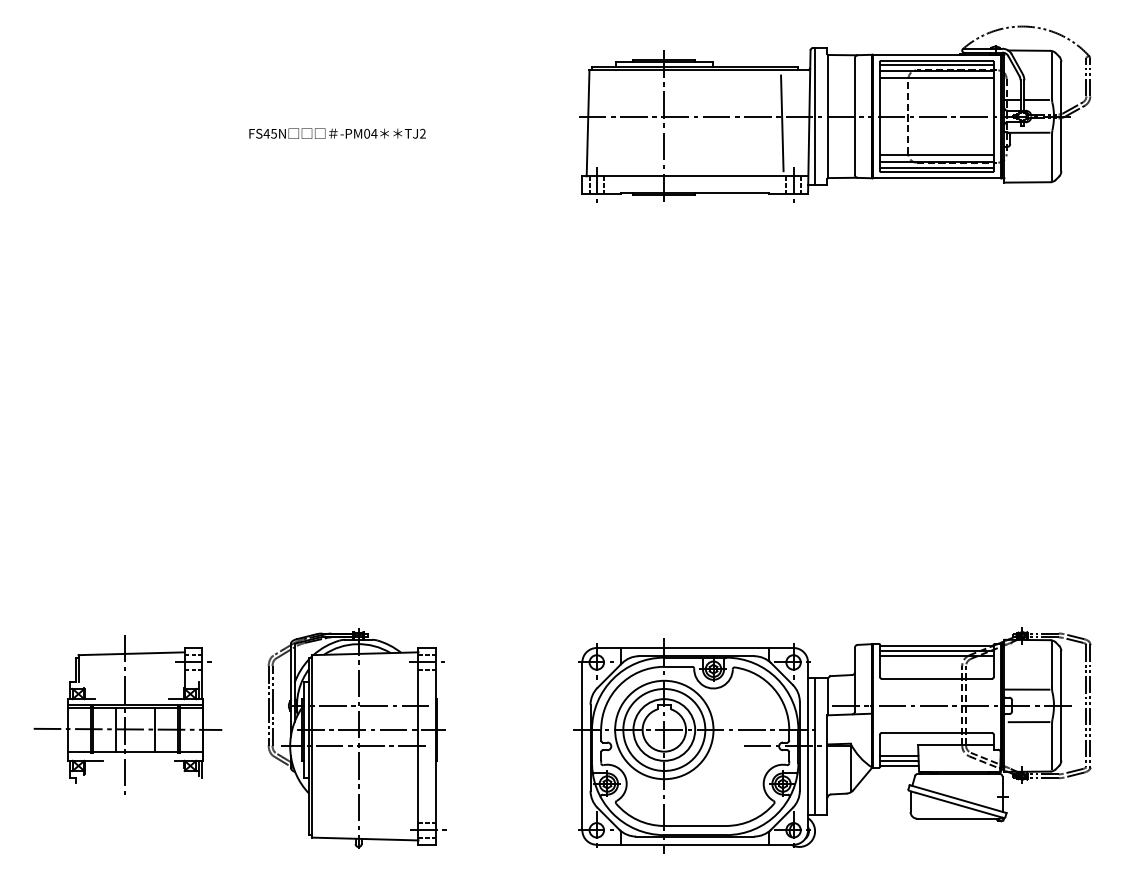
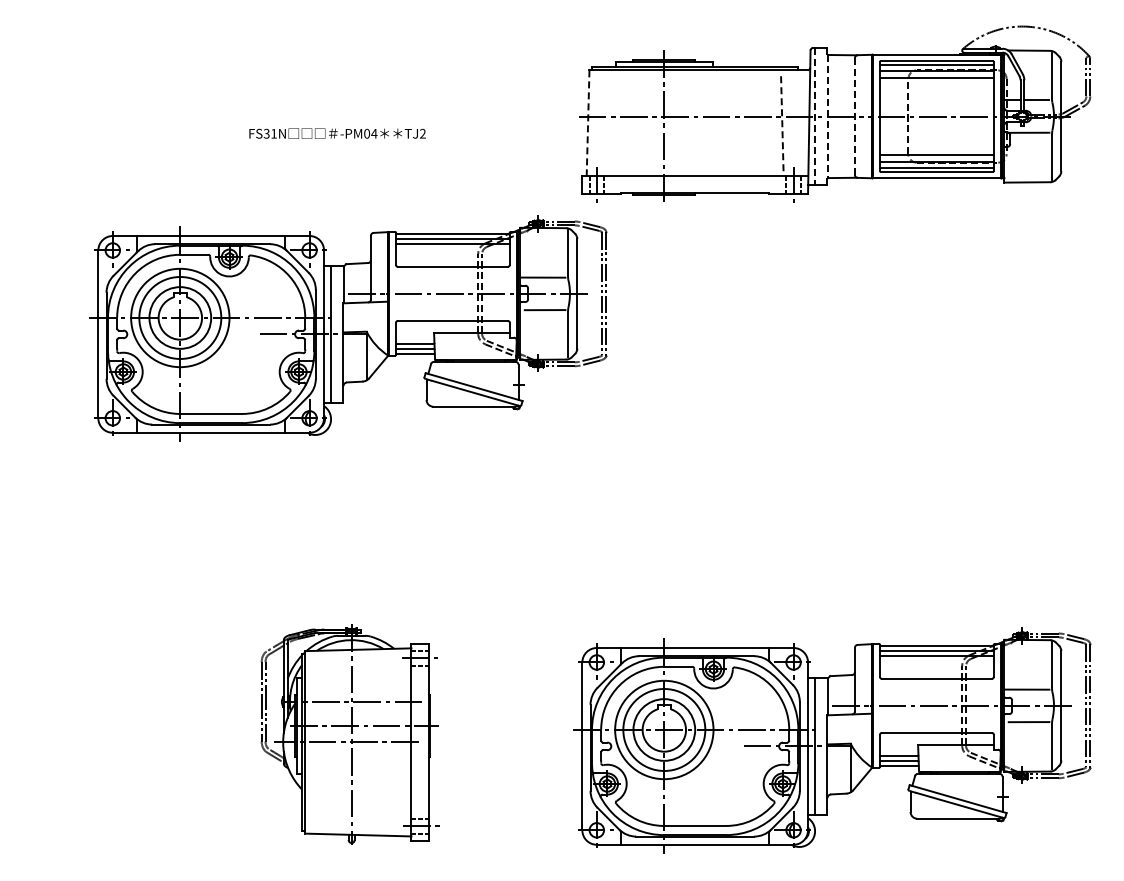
line at (828, 116): solid -> dashed
line at (854, 116): solid -> dashed
line at (815, 117): solid -> dashed
line at (588, 122): solid -> dashed
line at (782, 123): solid -> dashed
text at (269, 133): FS45N -> FS31N
part at (348, 328): none -> present
part at (127, 714): present -> none
part at (356, 738) position: (356, 738) -> (349, 734)
